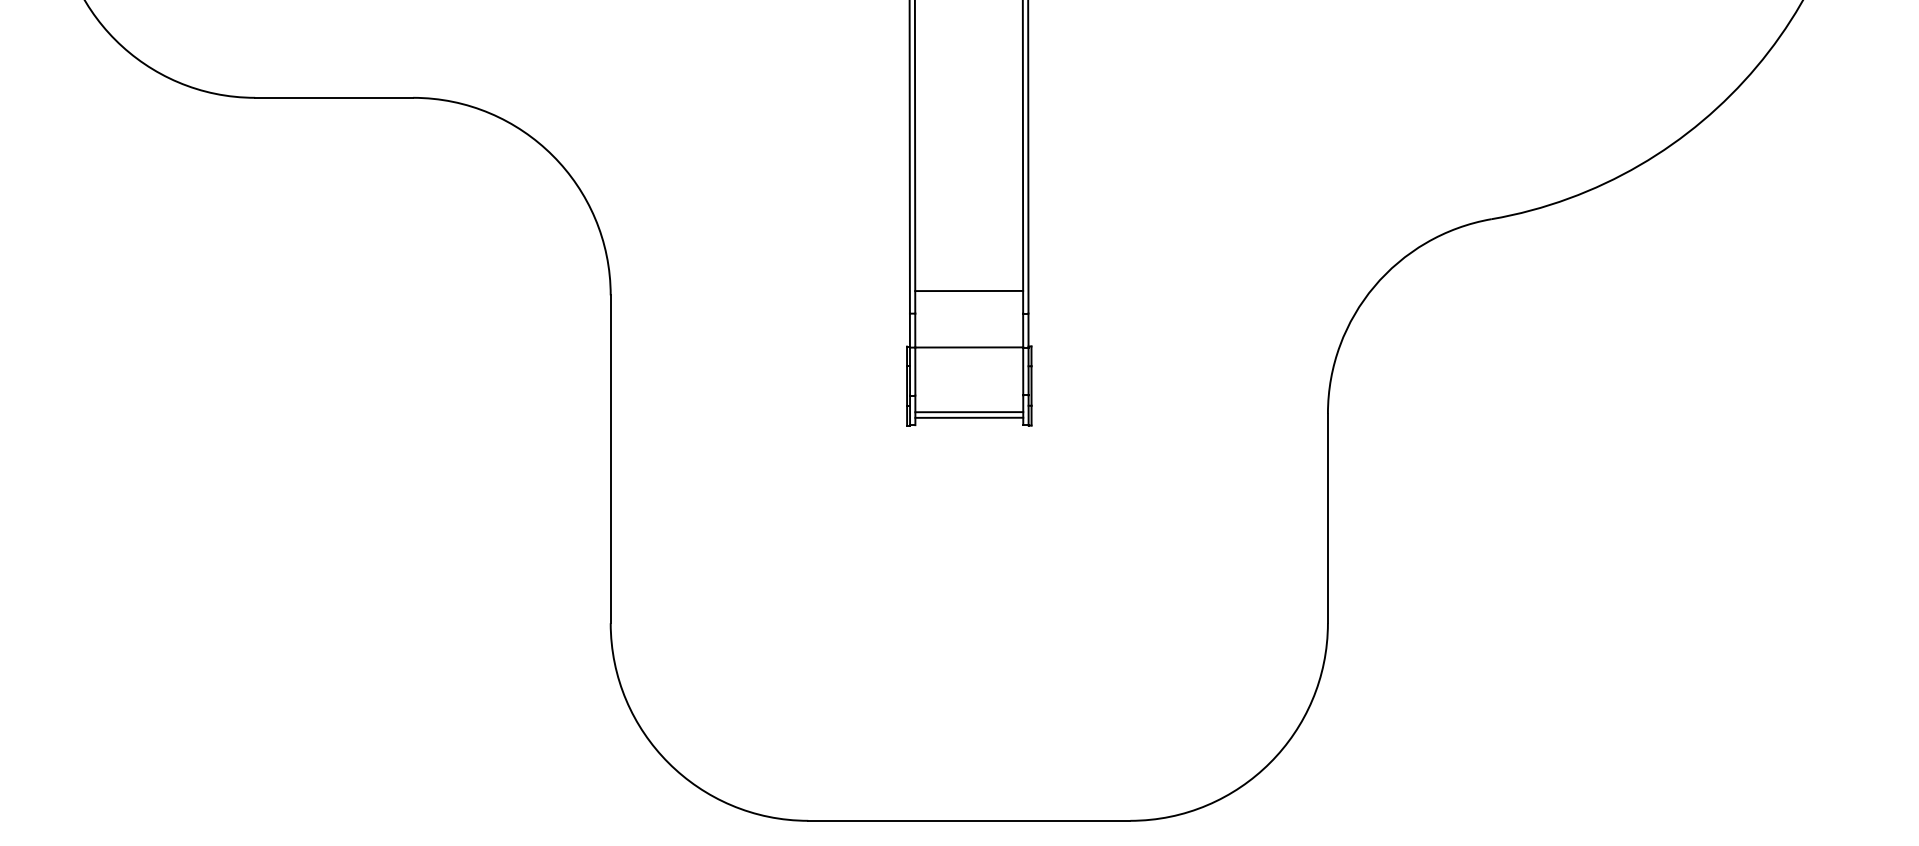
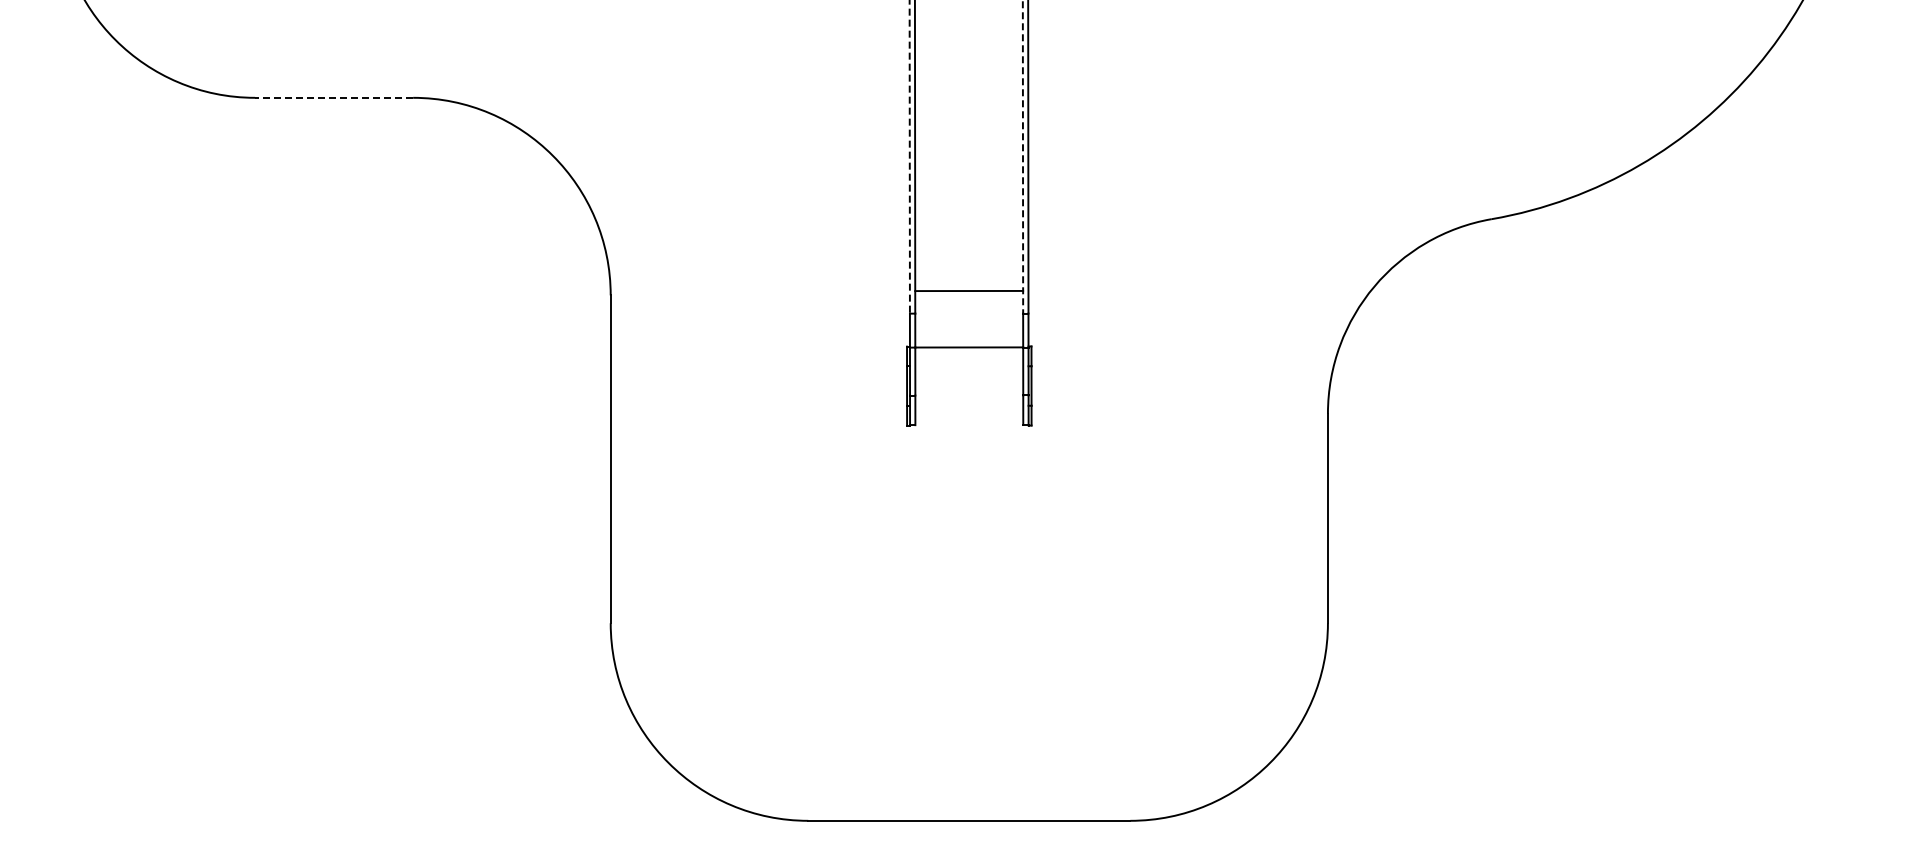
line at (334, 97): solid -> dashed
line at (1022, 156): solid -> dashed
line at (909, 157): solid -> dashed
line at (969, 412): present -> none
line at (969, 417): present -> none
